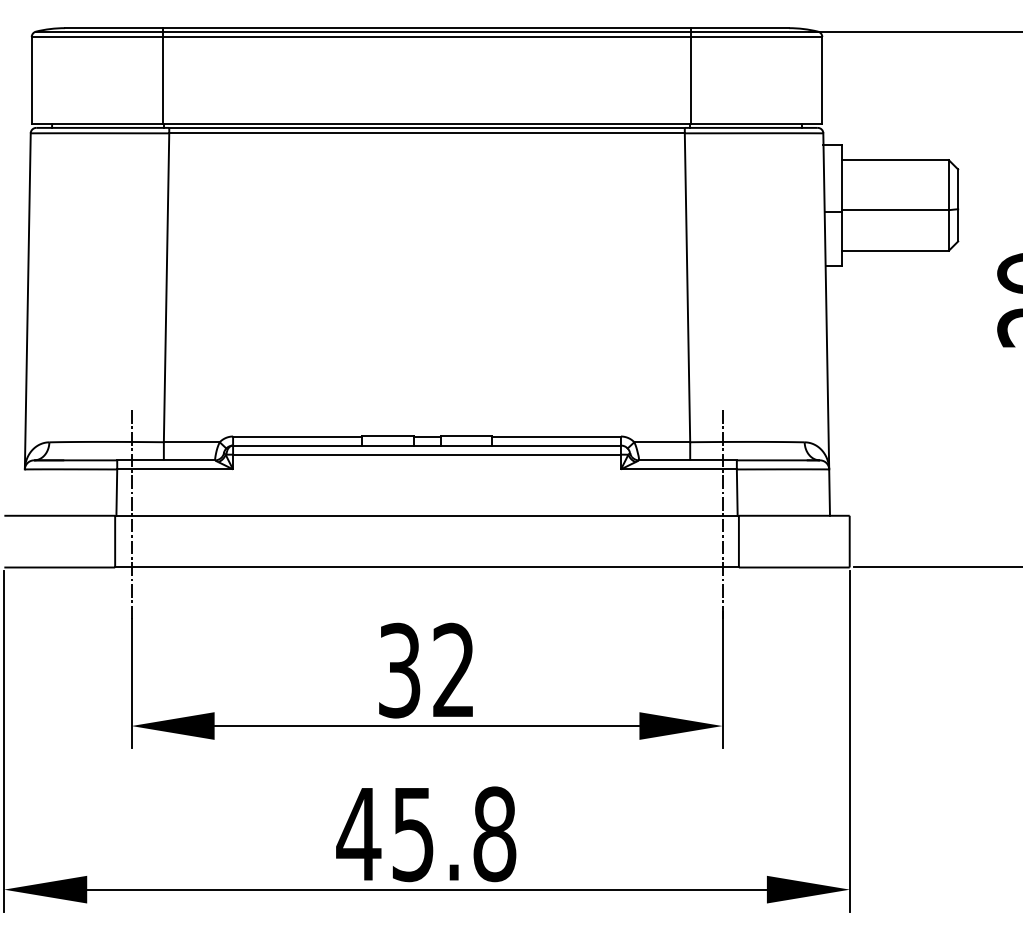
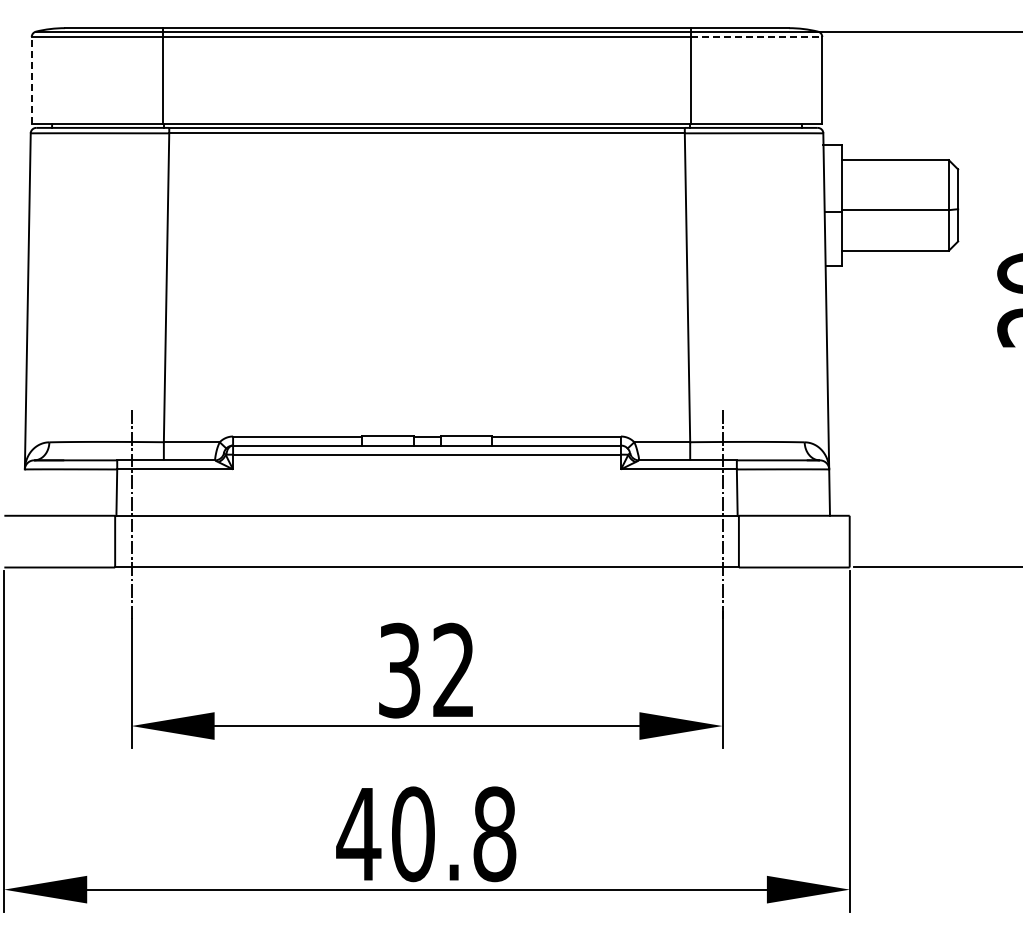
line at (756, 37): solid -> dashed
line at (31, 80): solid -> dashed
text at (413, 834): 45.8 -> 40.8
